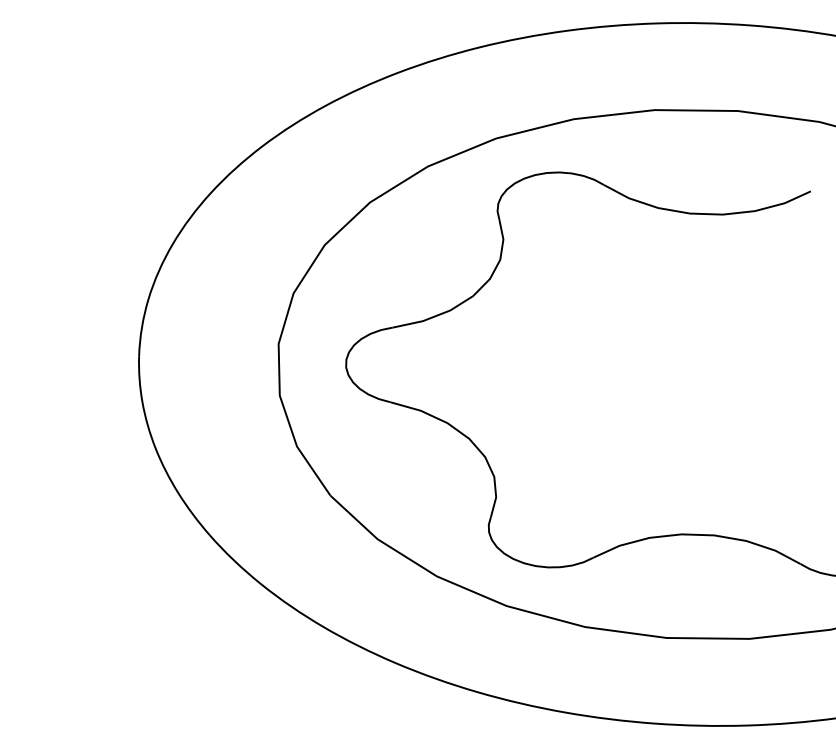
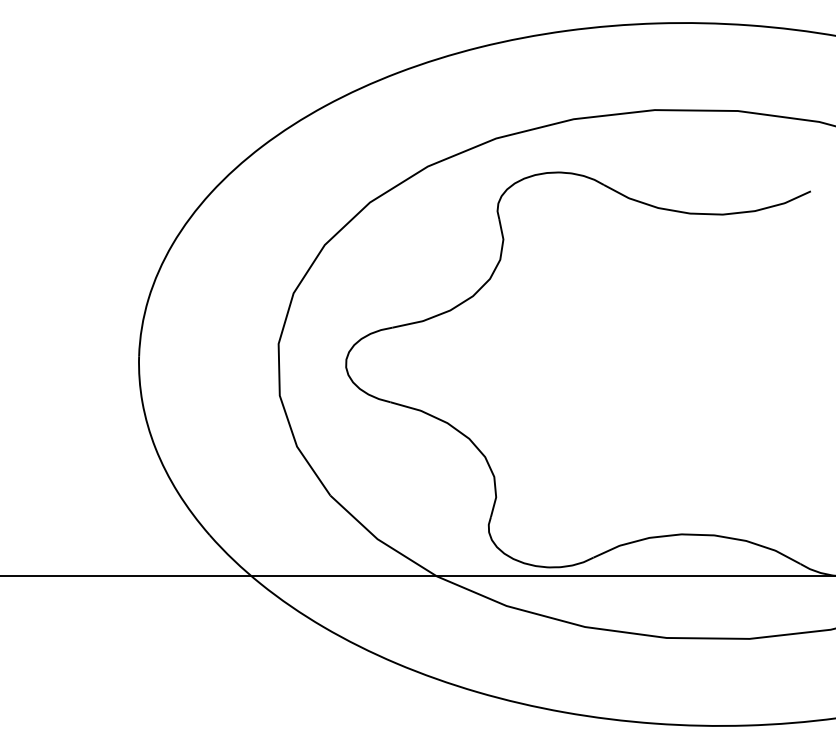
line at (417, 576): none -> present
